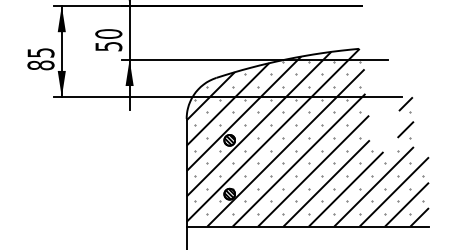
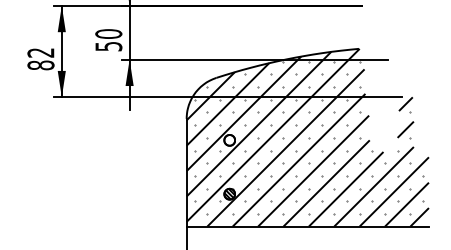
text at (40, 52): 85 -> 82
hatch at (229, 140): present -> none
